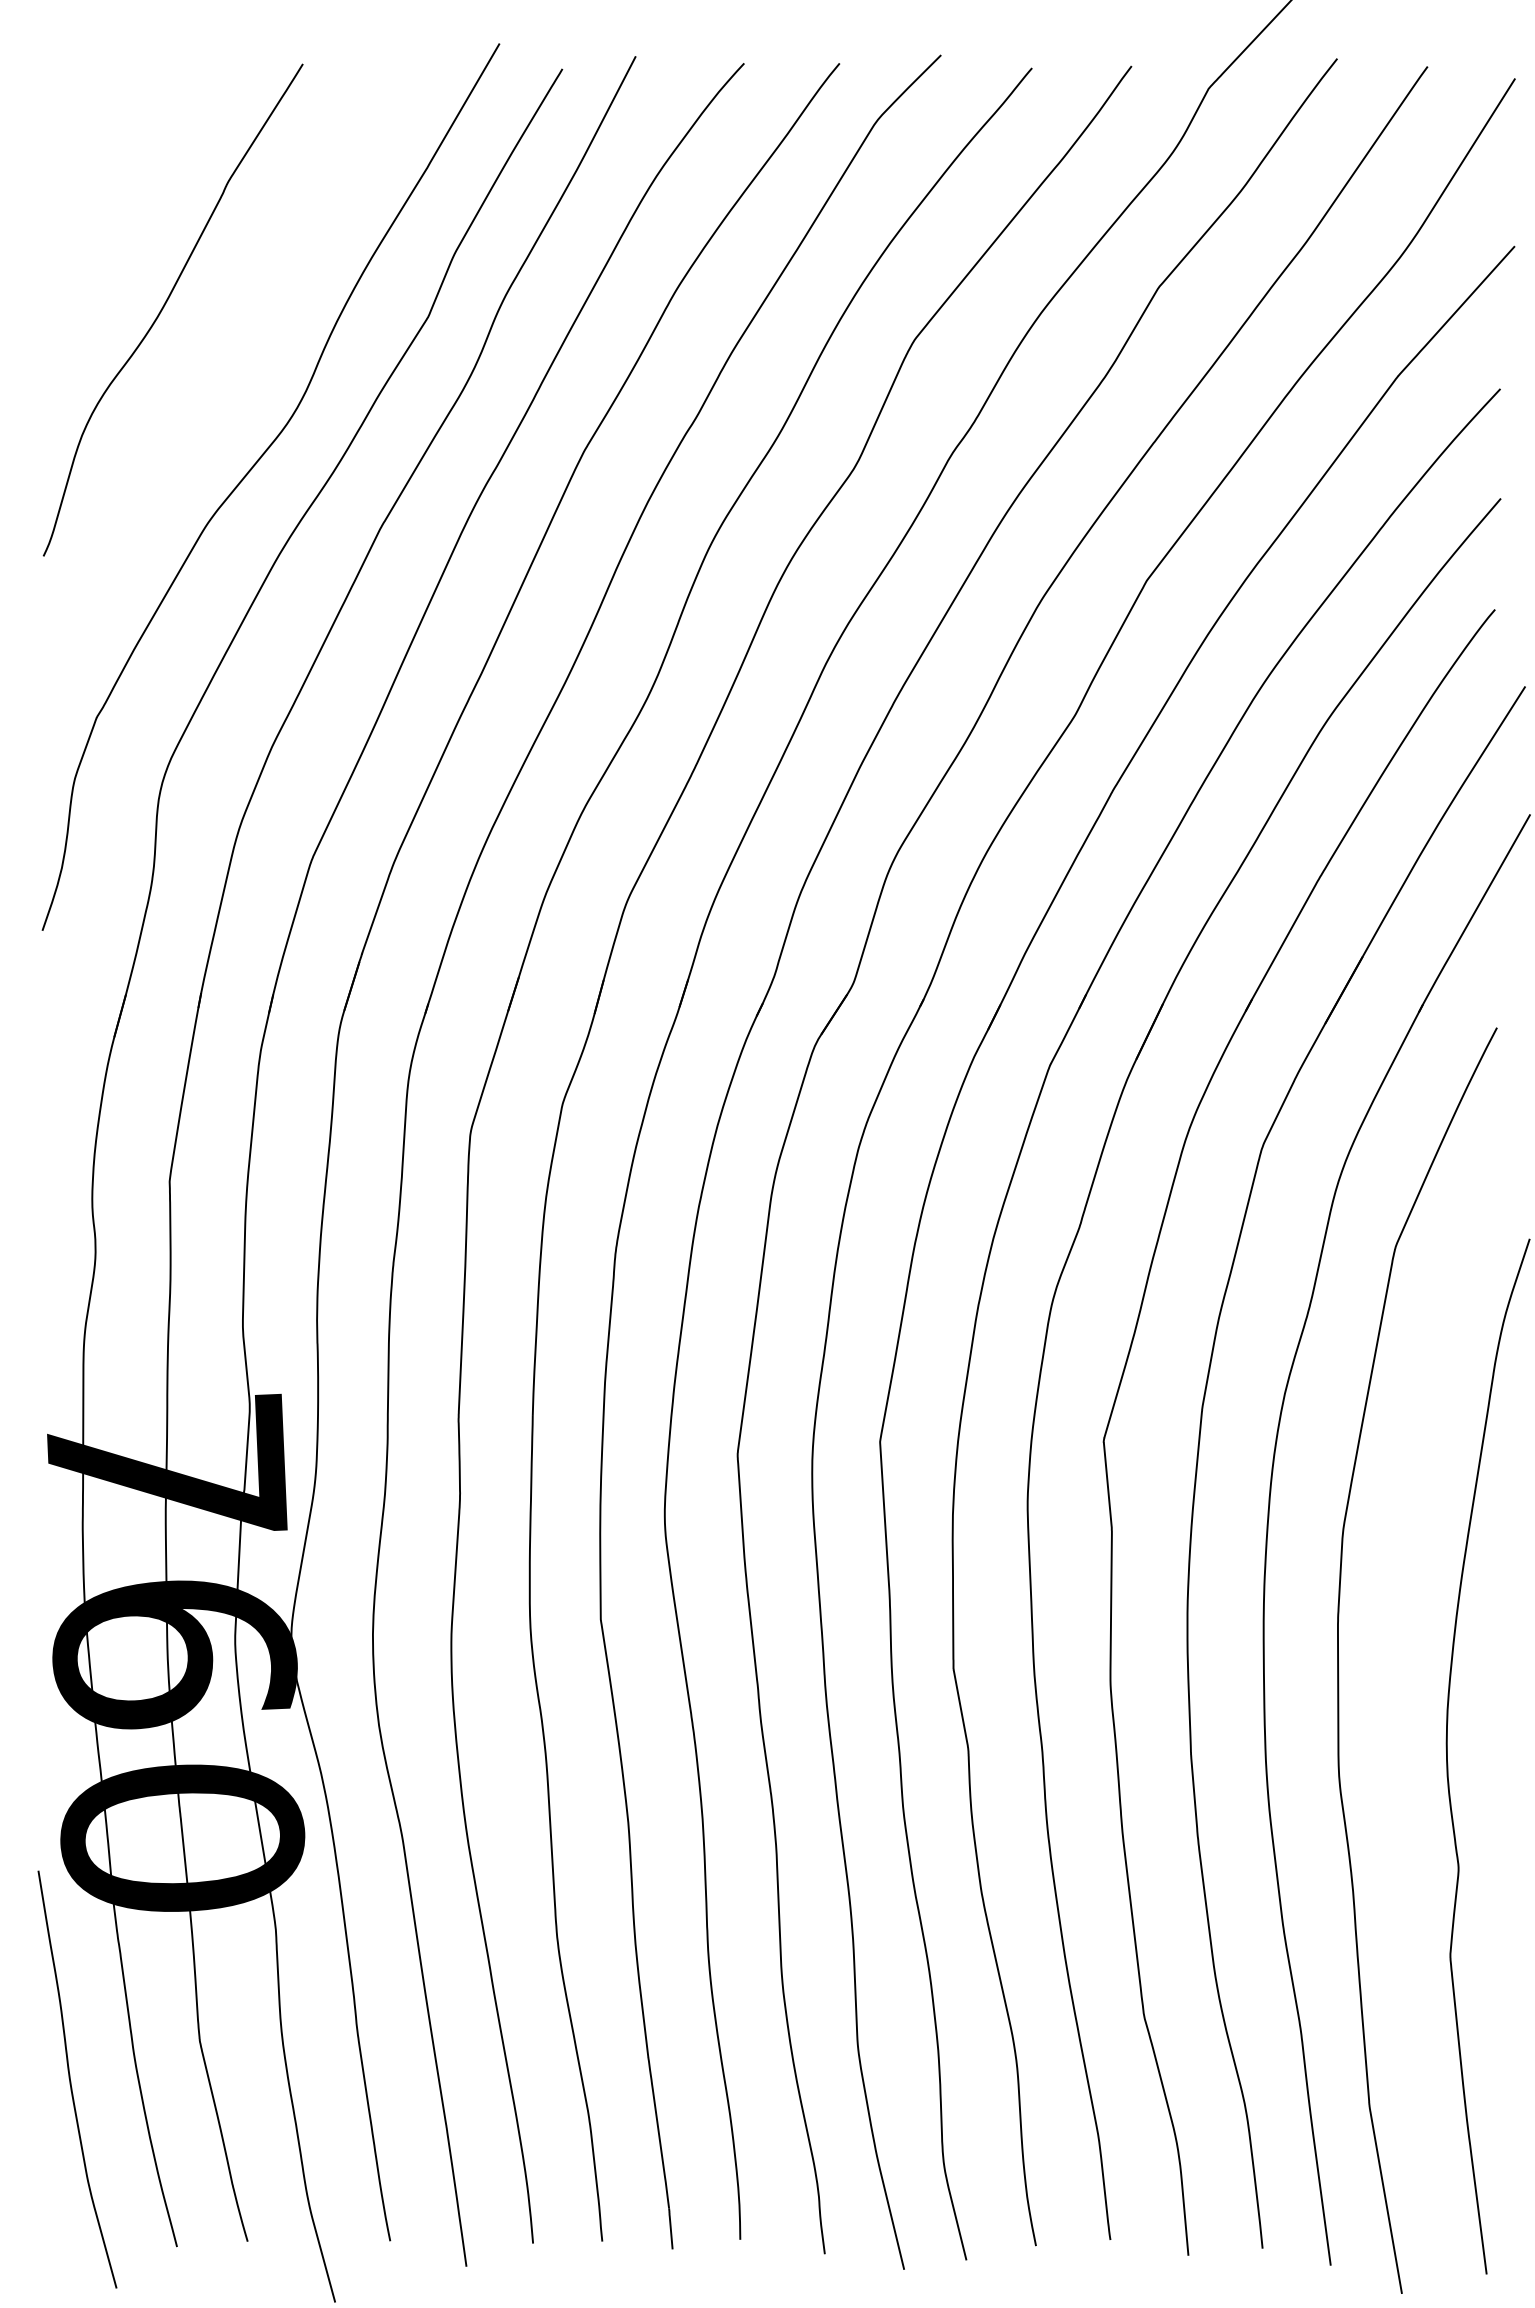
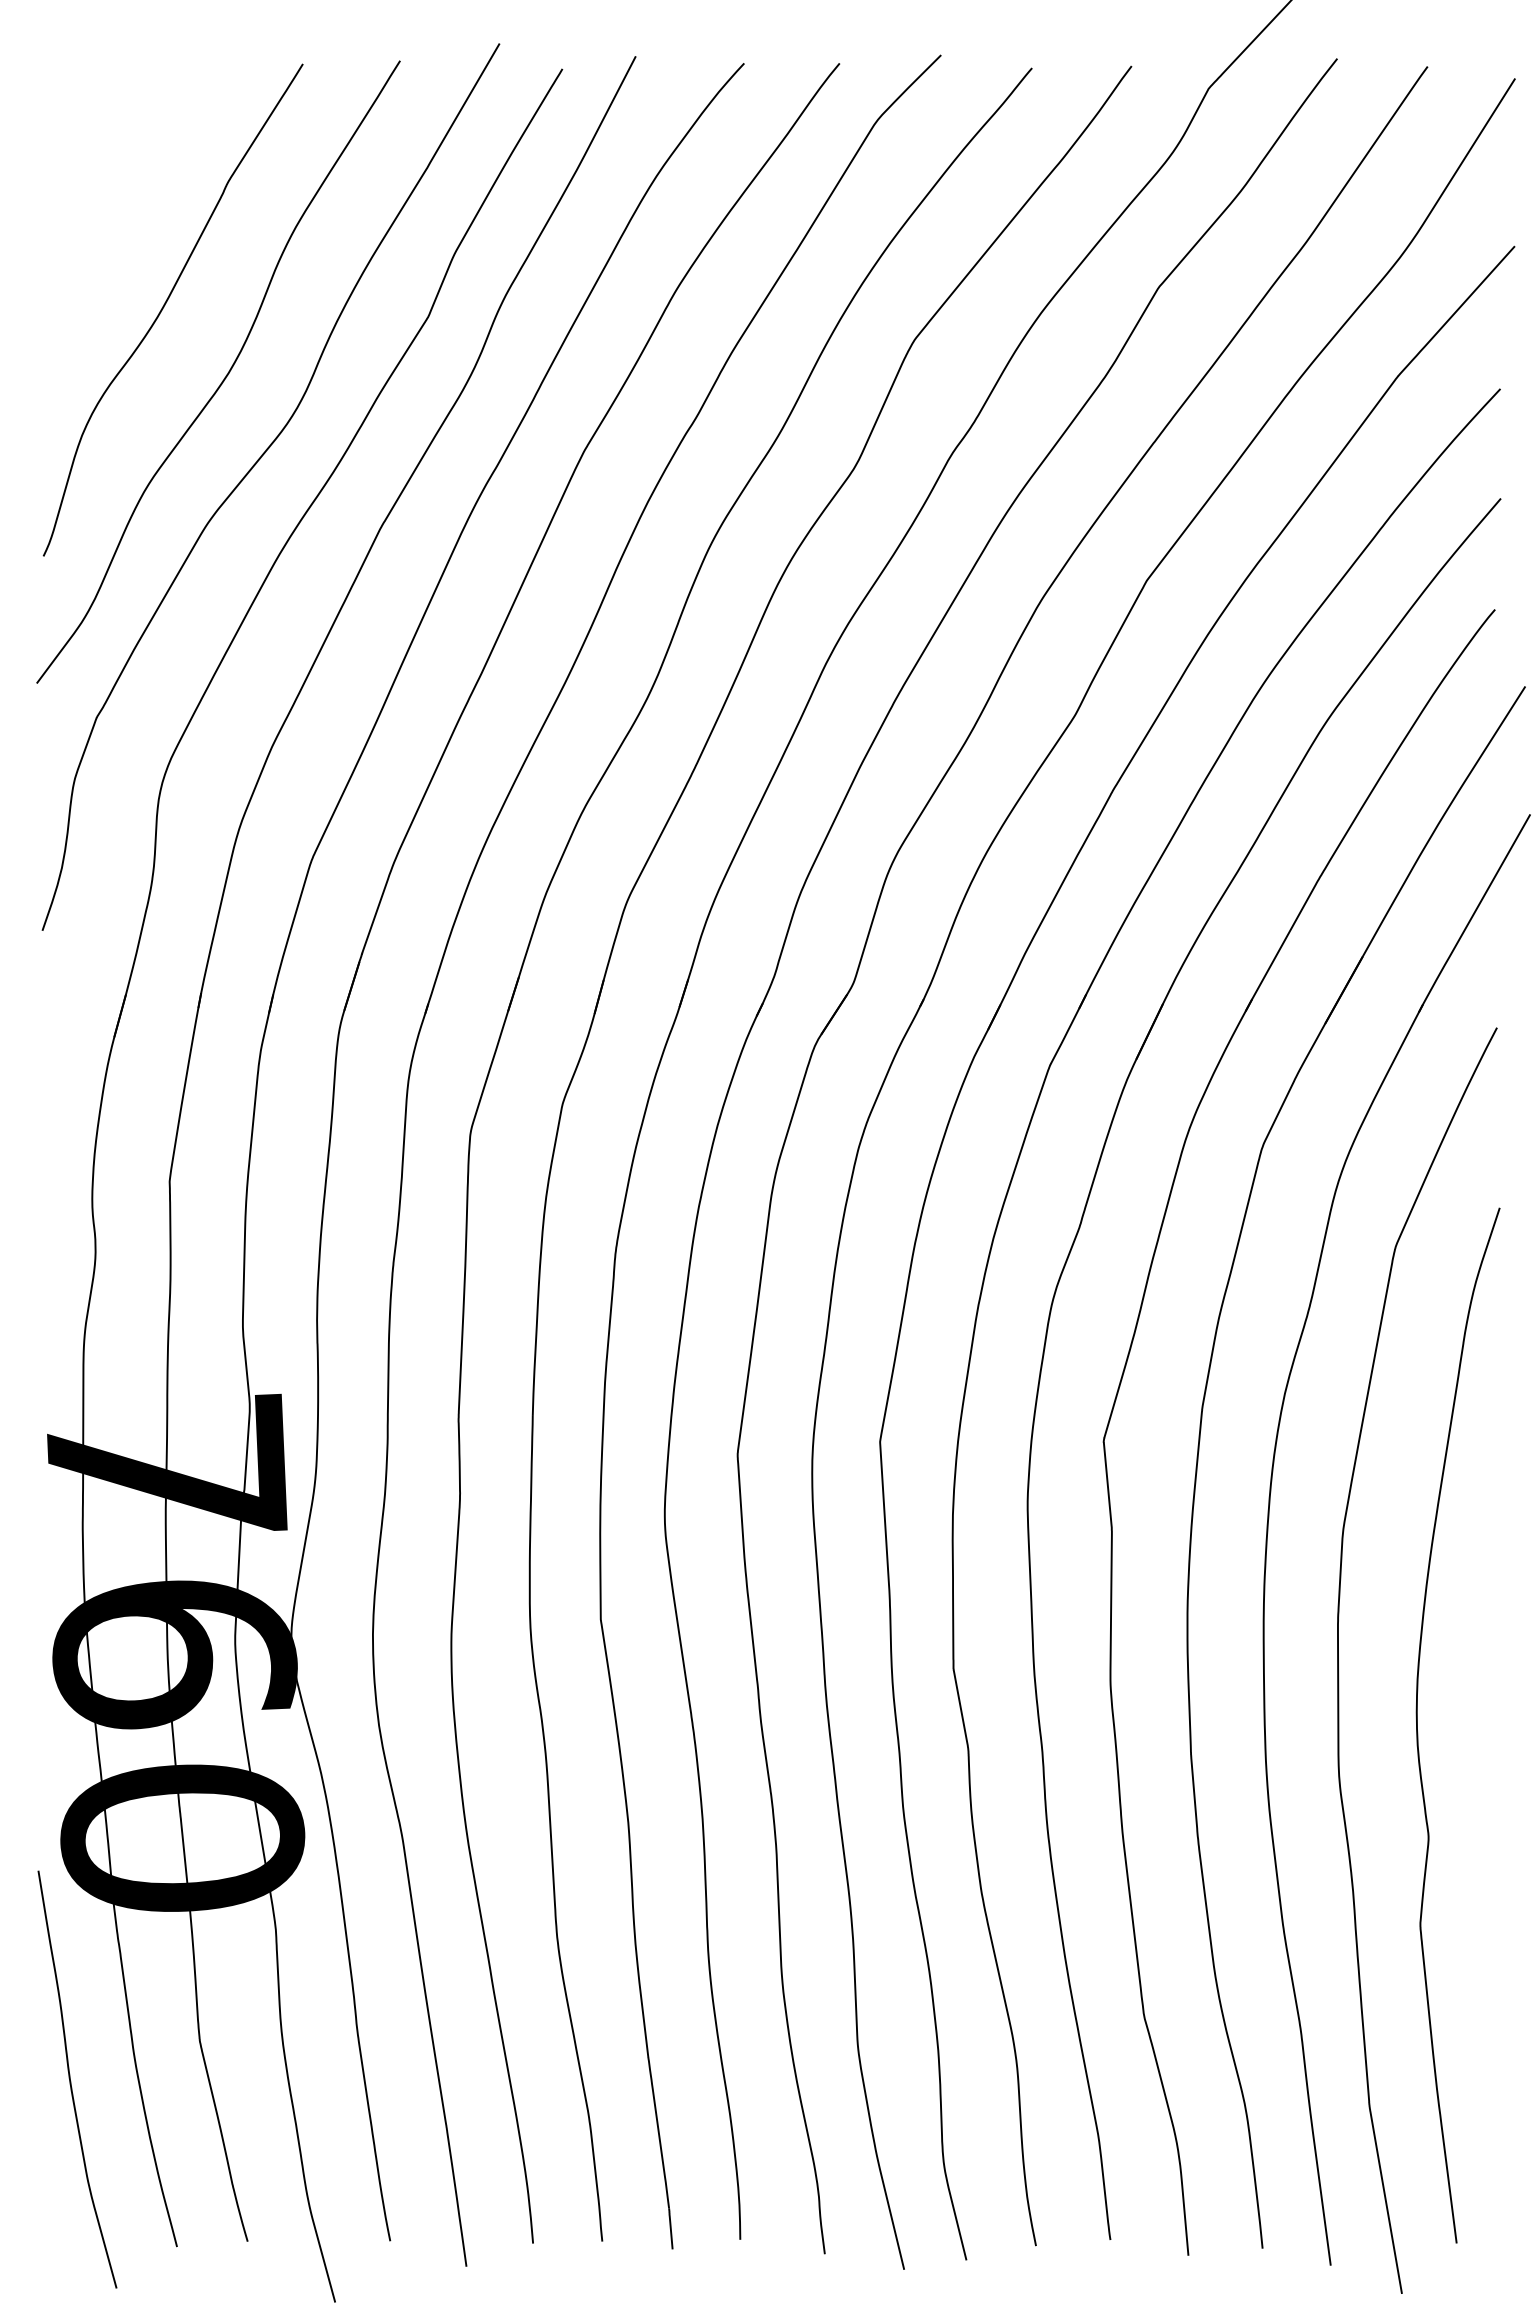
curve at (224, 377): none -> present
curve at (1448, 1763) position: (1448, 1763) -> (1418, 1732)
